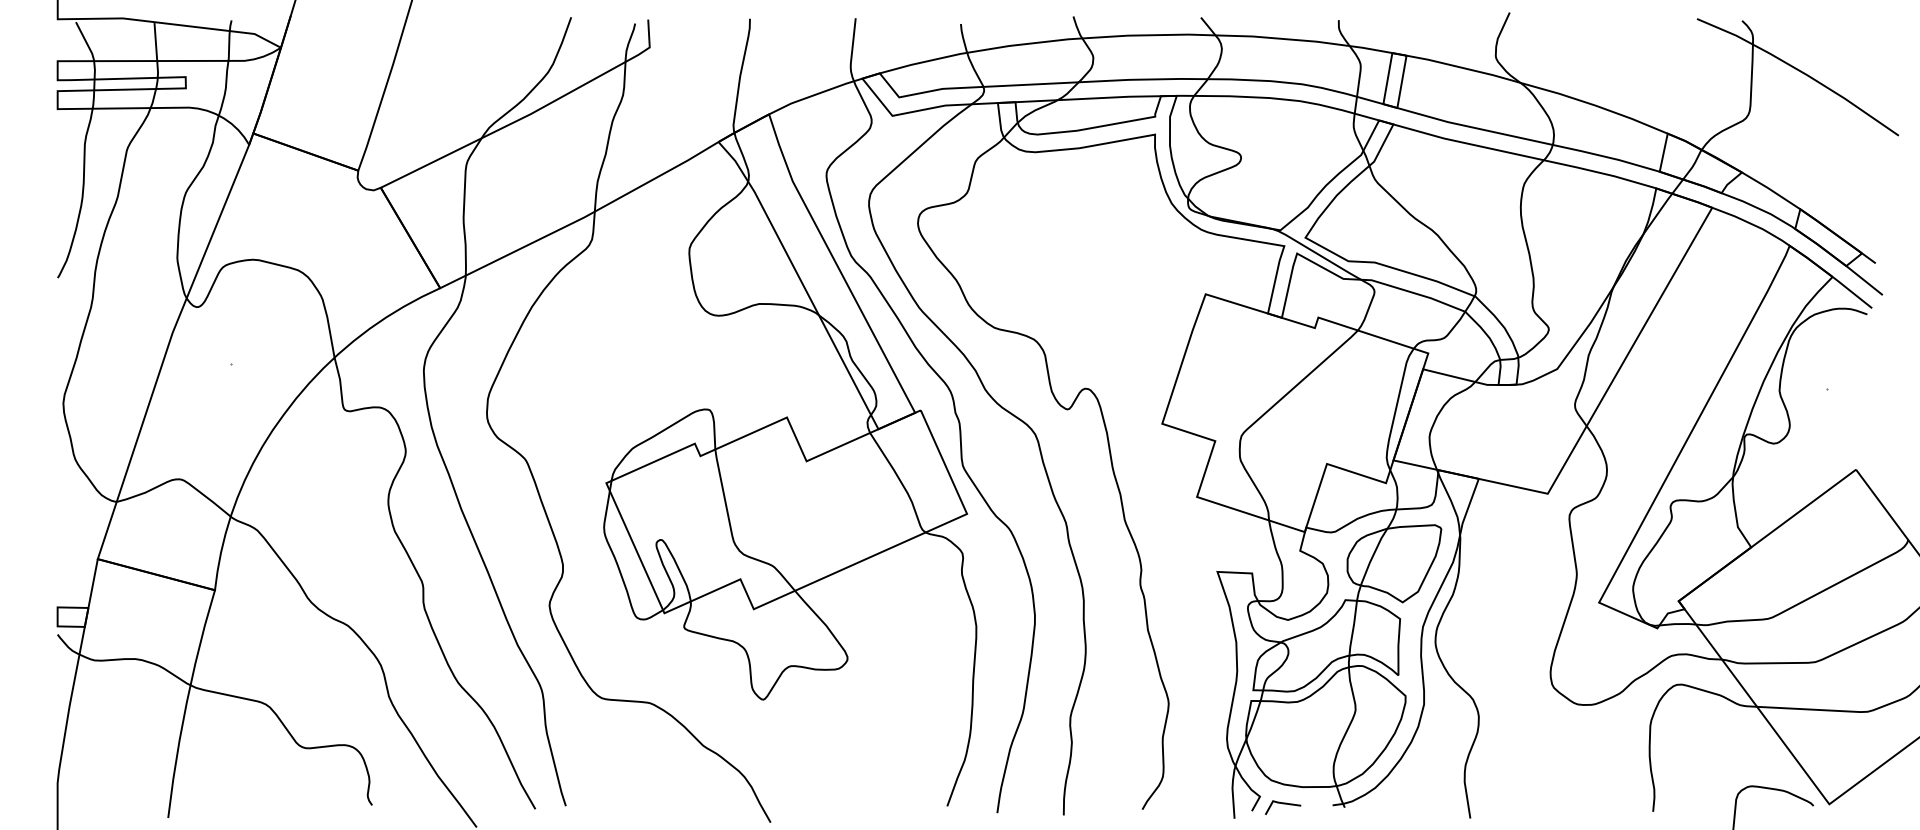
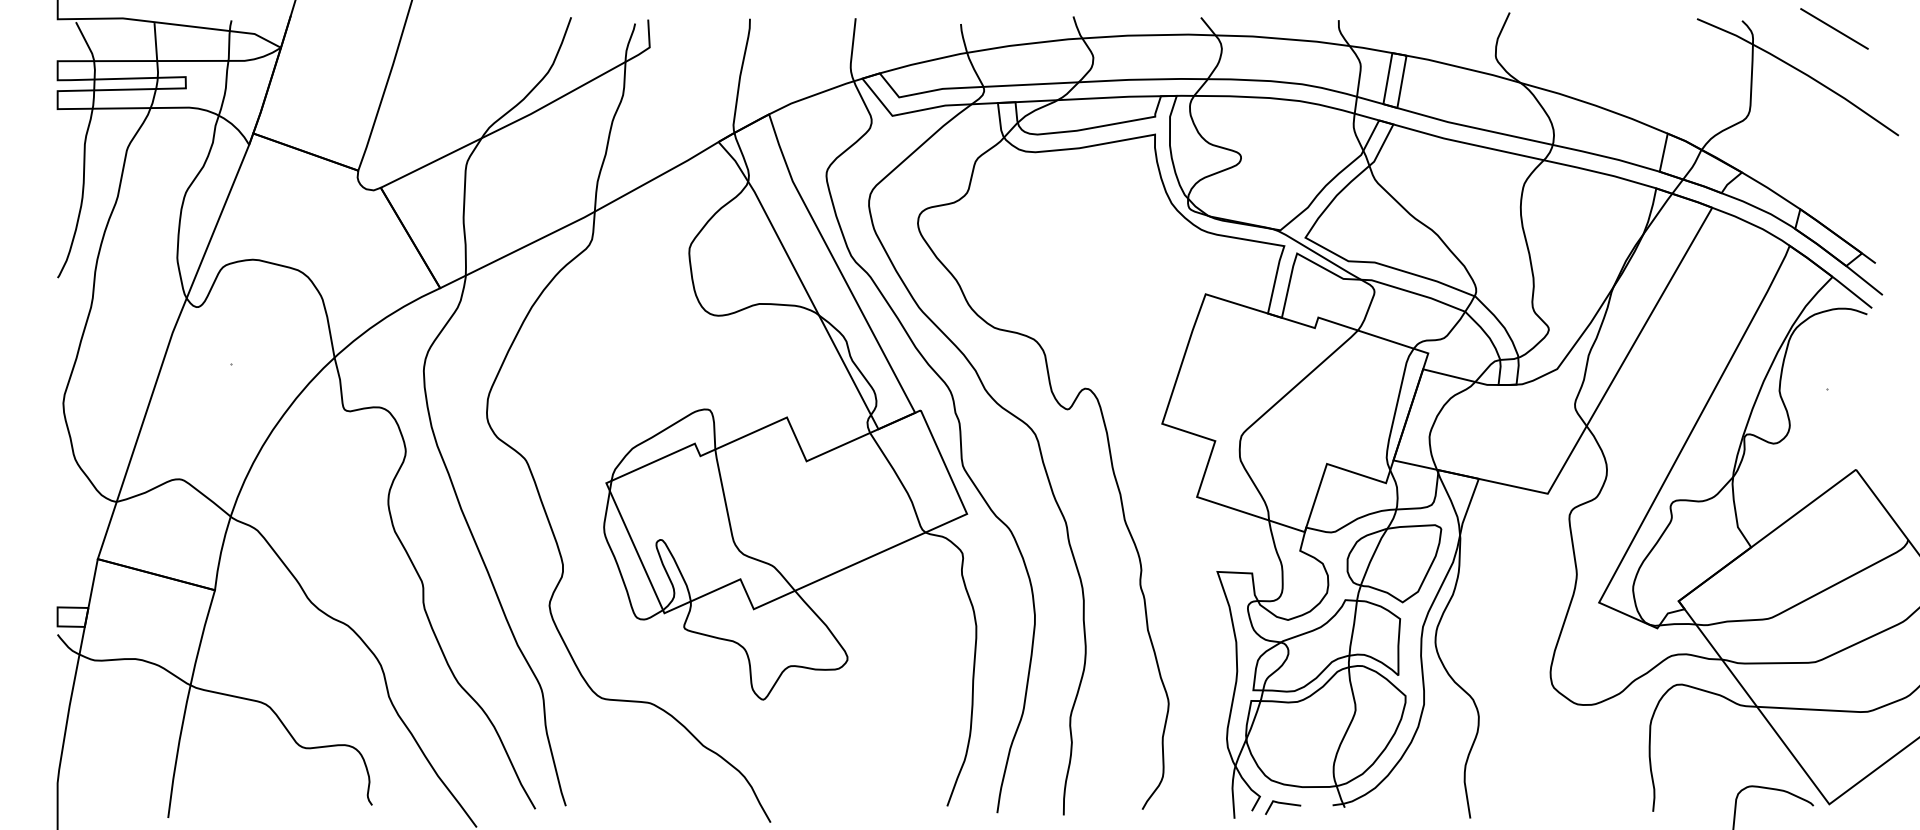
line at (1834, 28): none -> present
